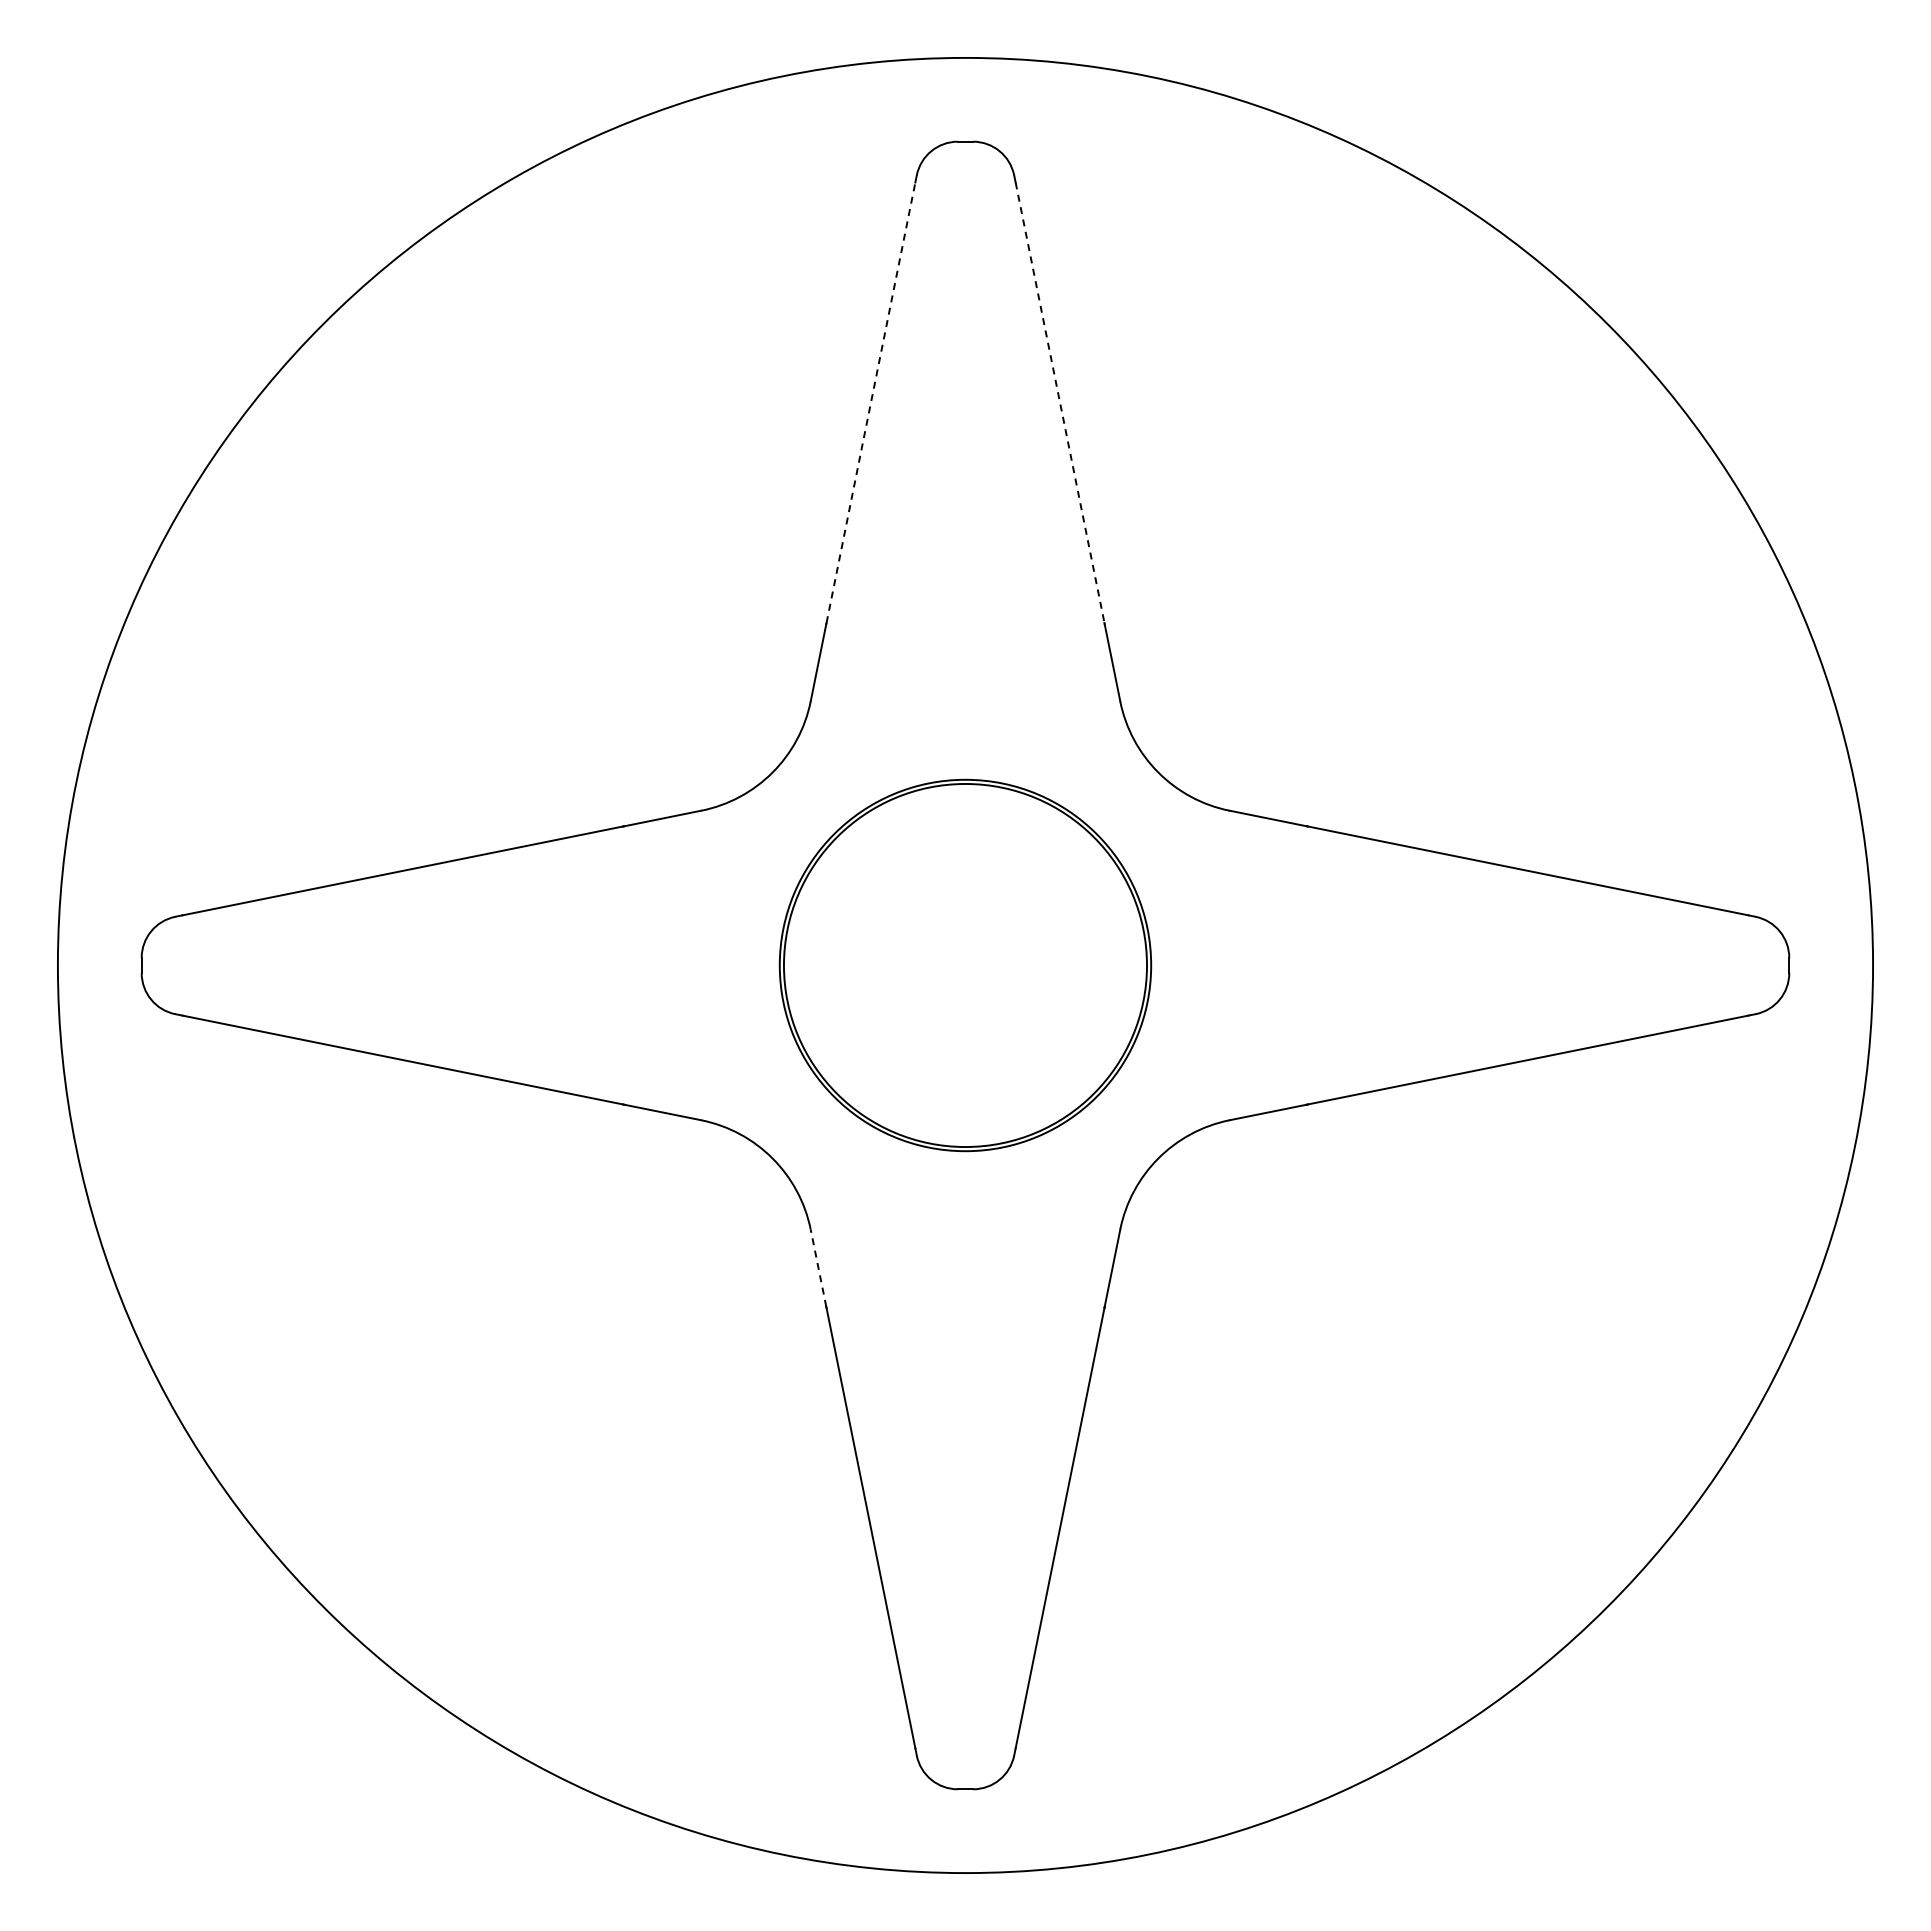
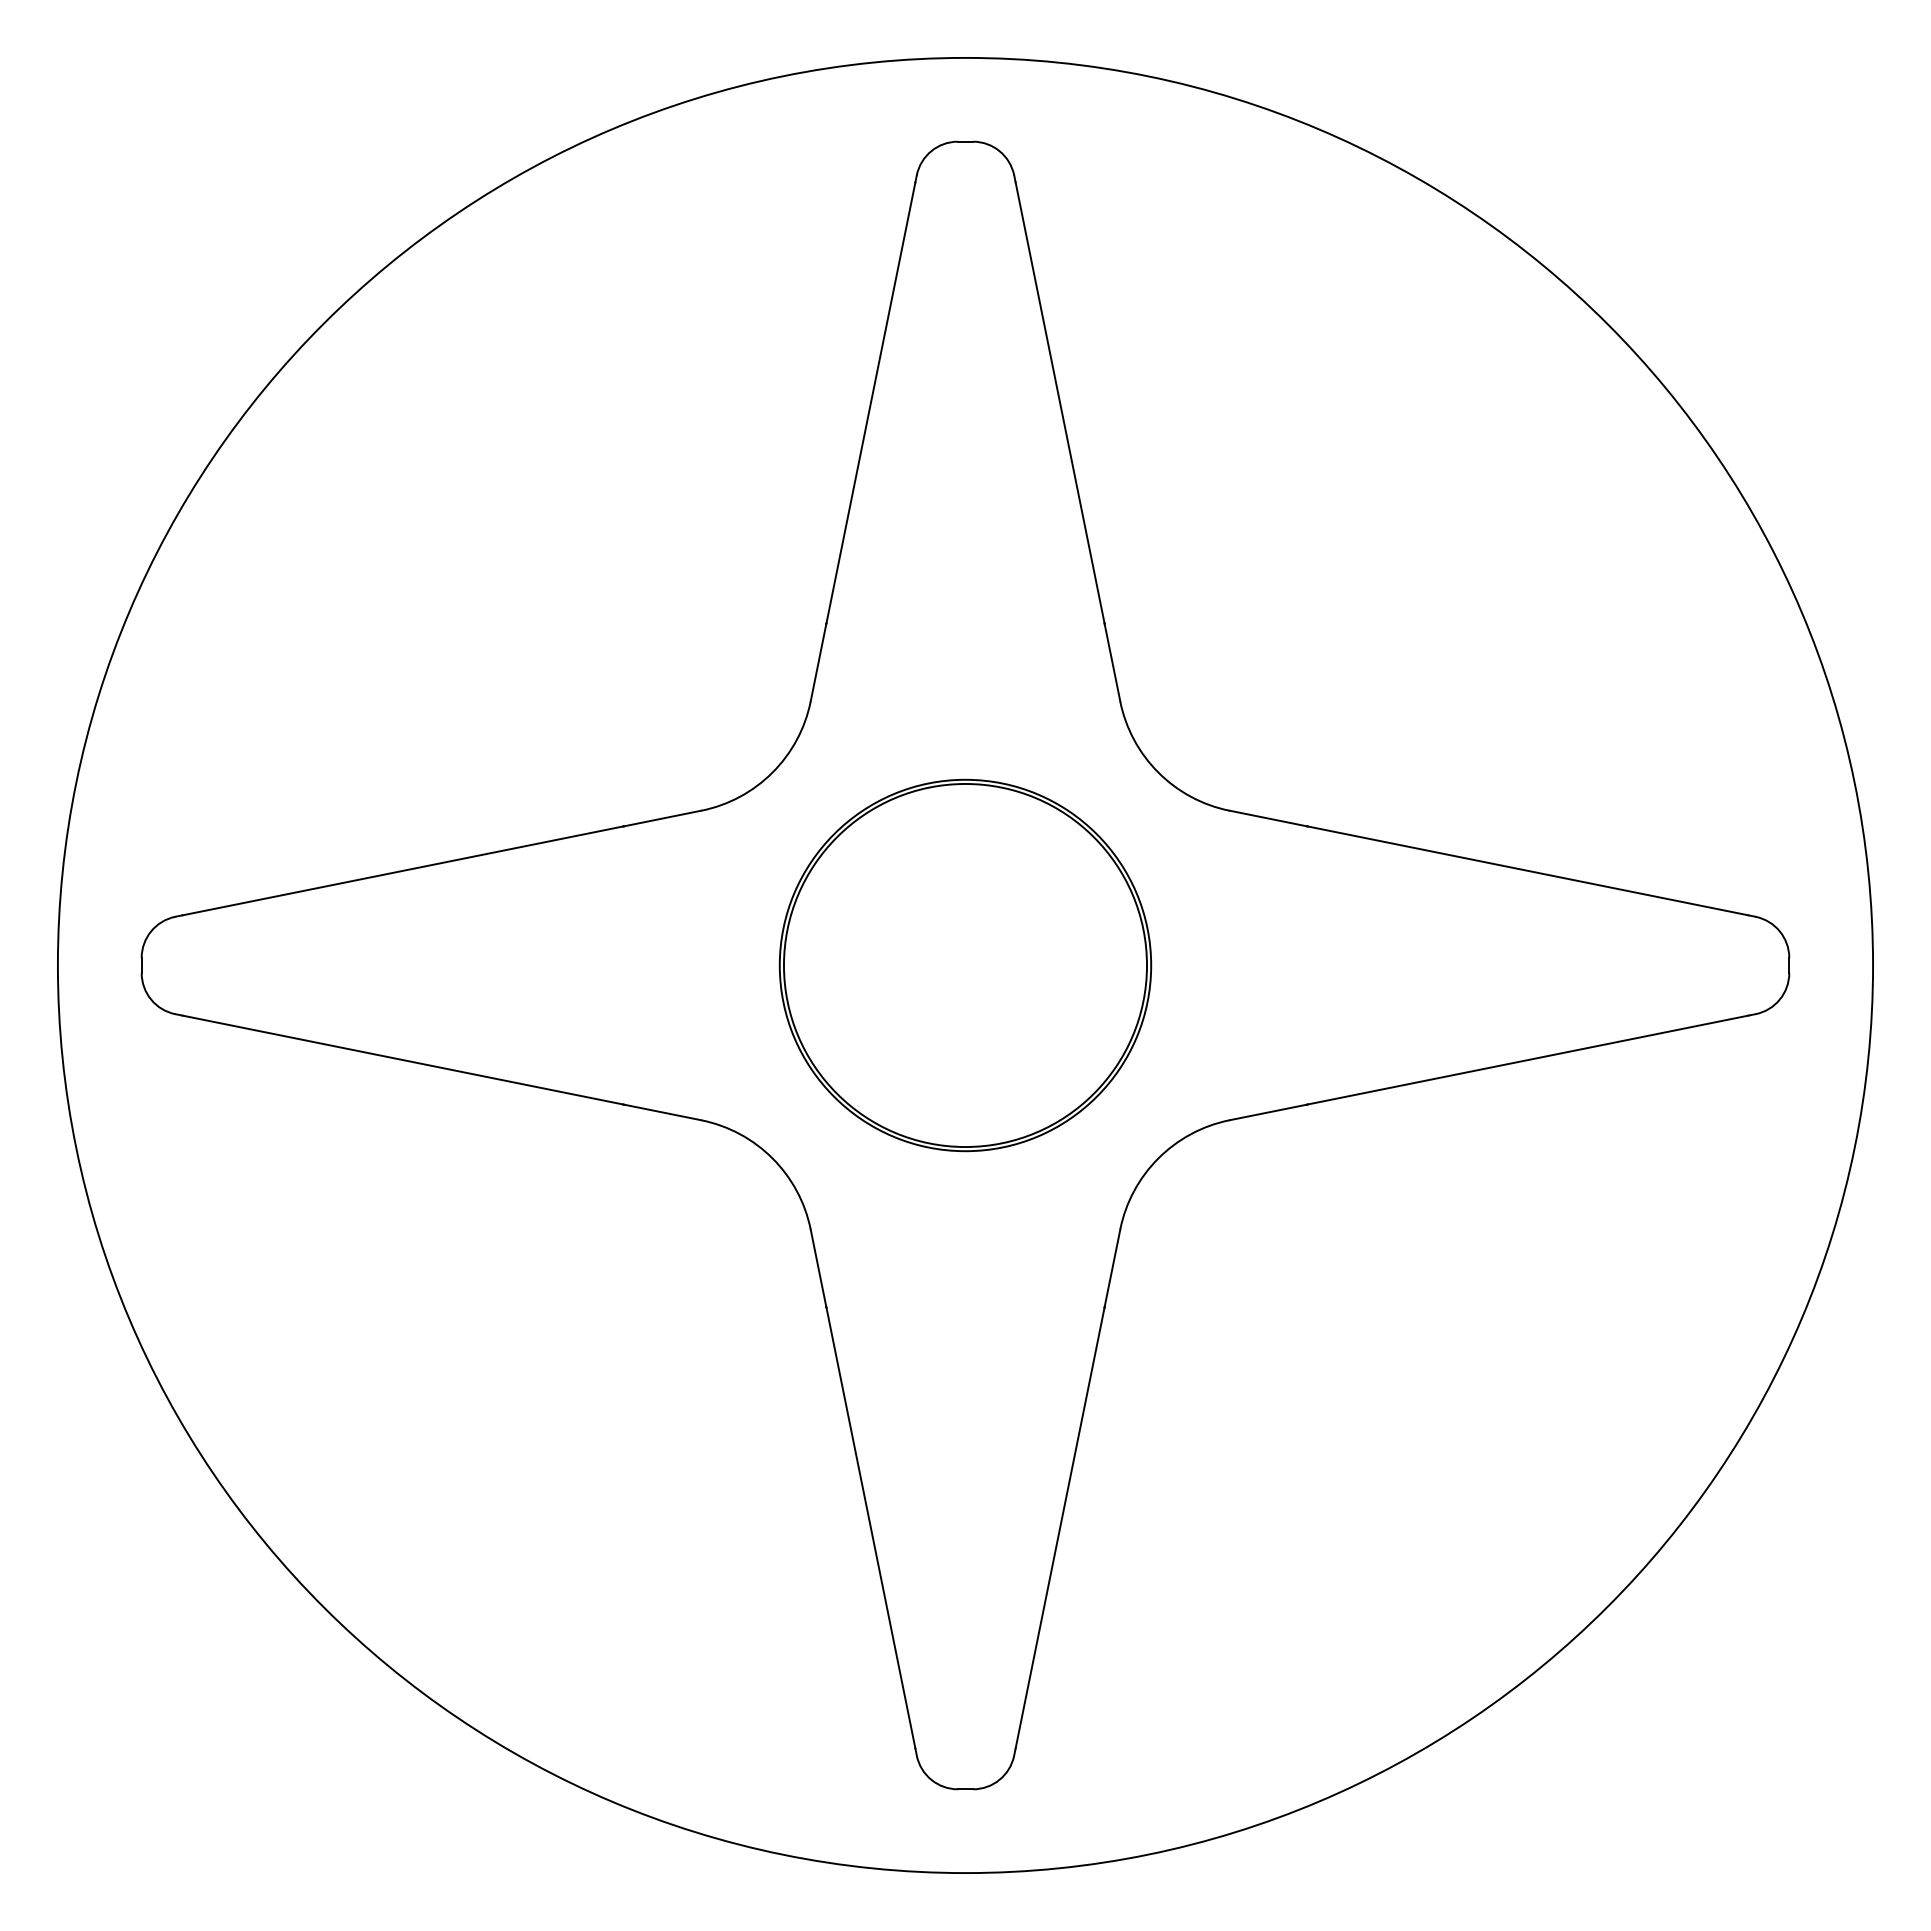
line at (870, 402): dashed -> solid
line at (1060, 402): dashed -> solid
line at (818, 1267): dashed -> solid
